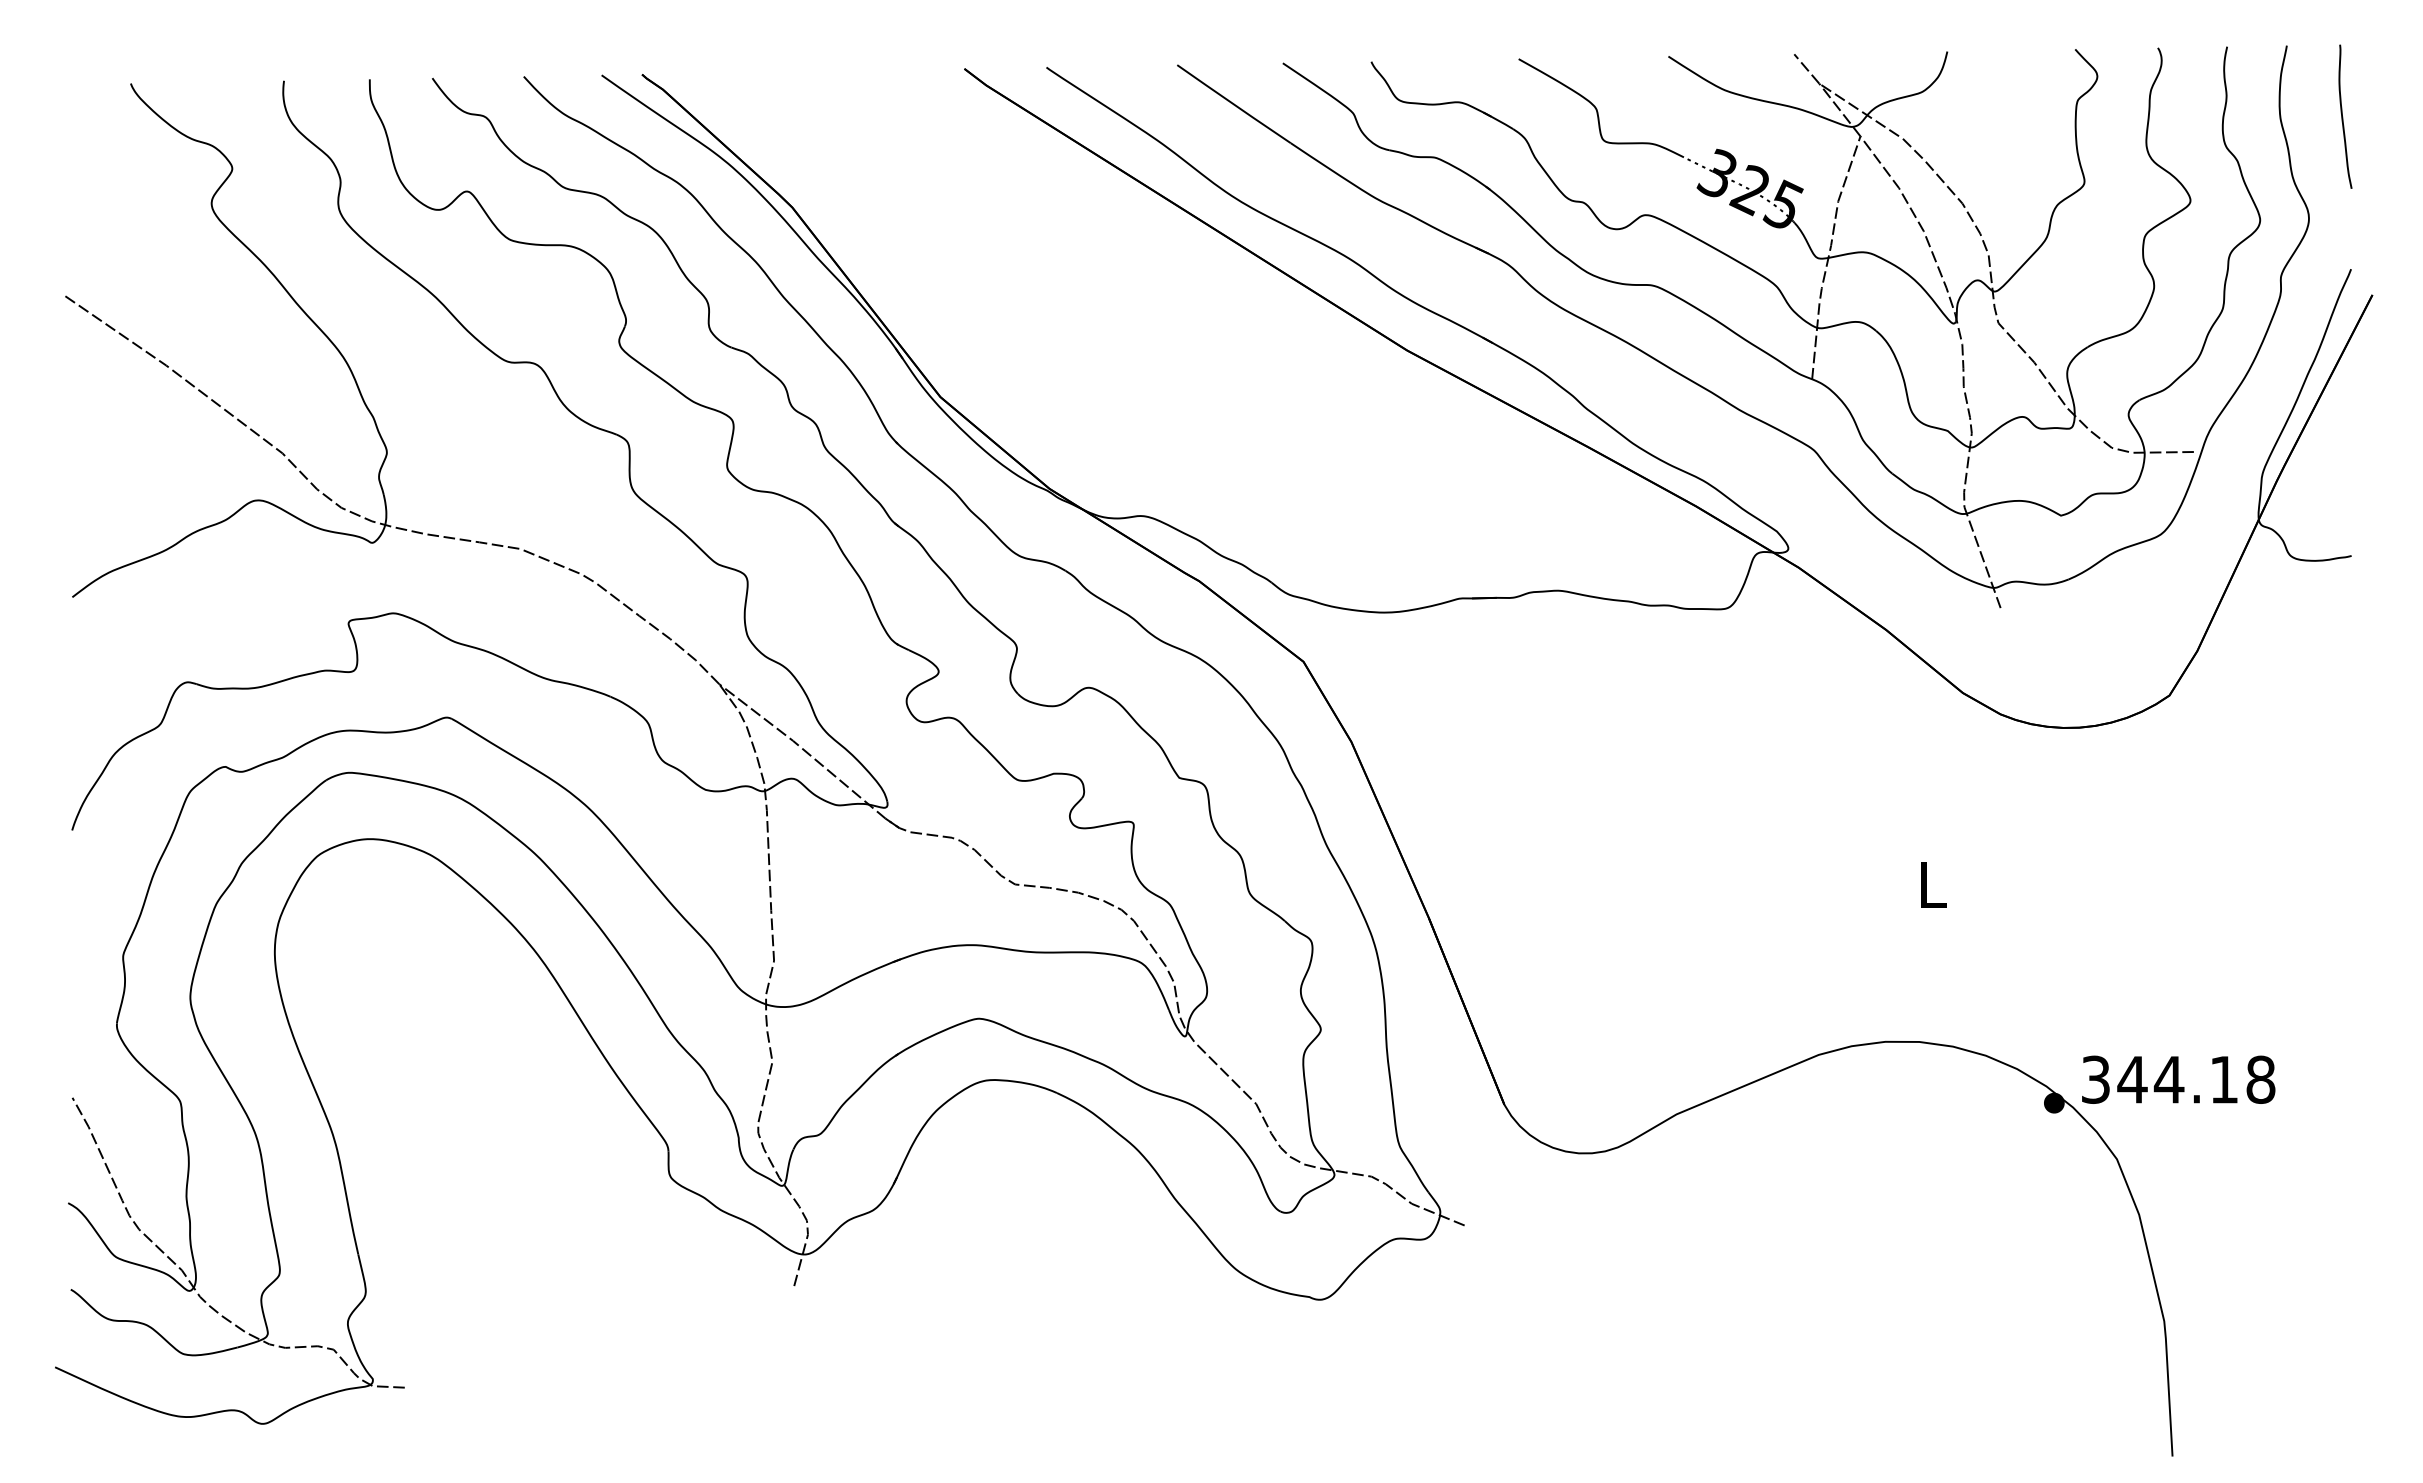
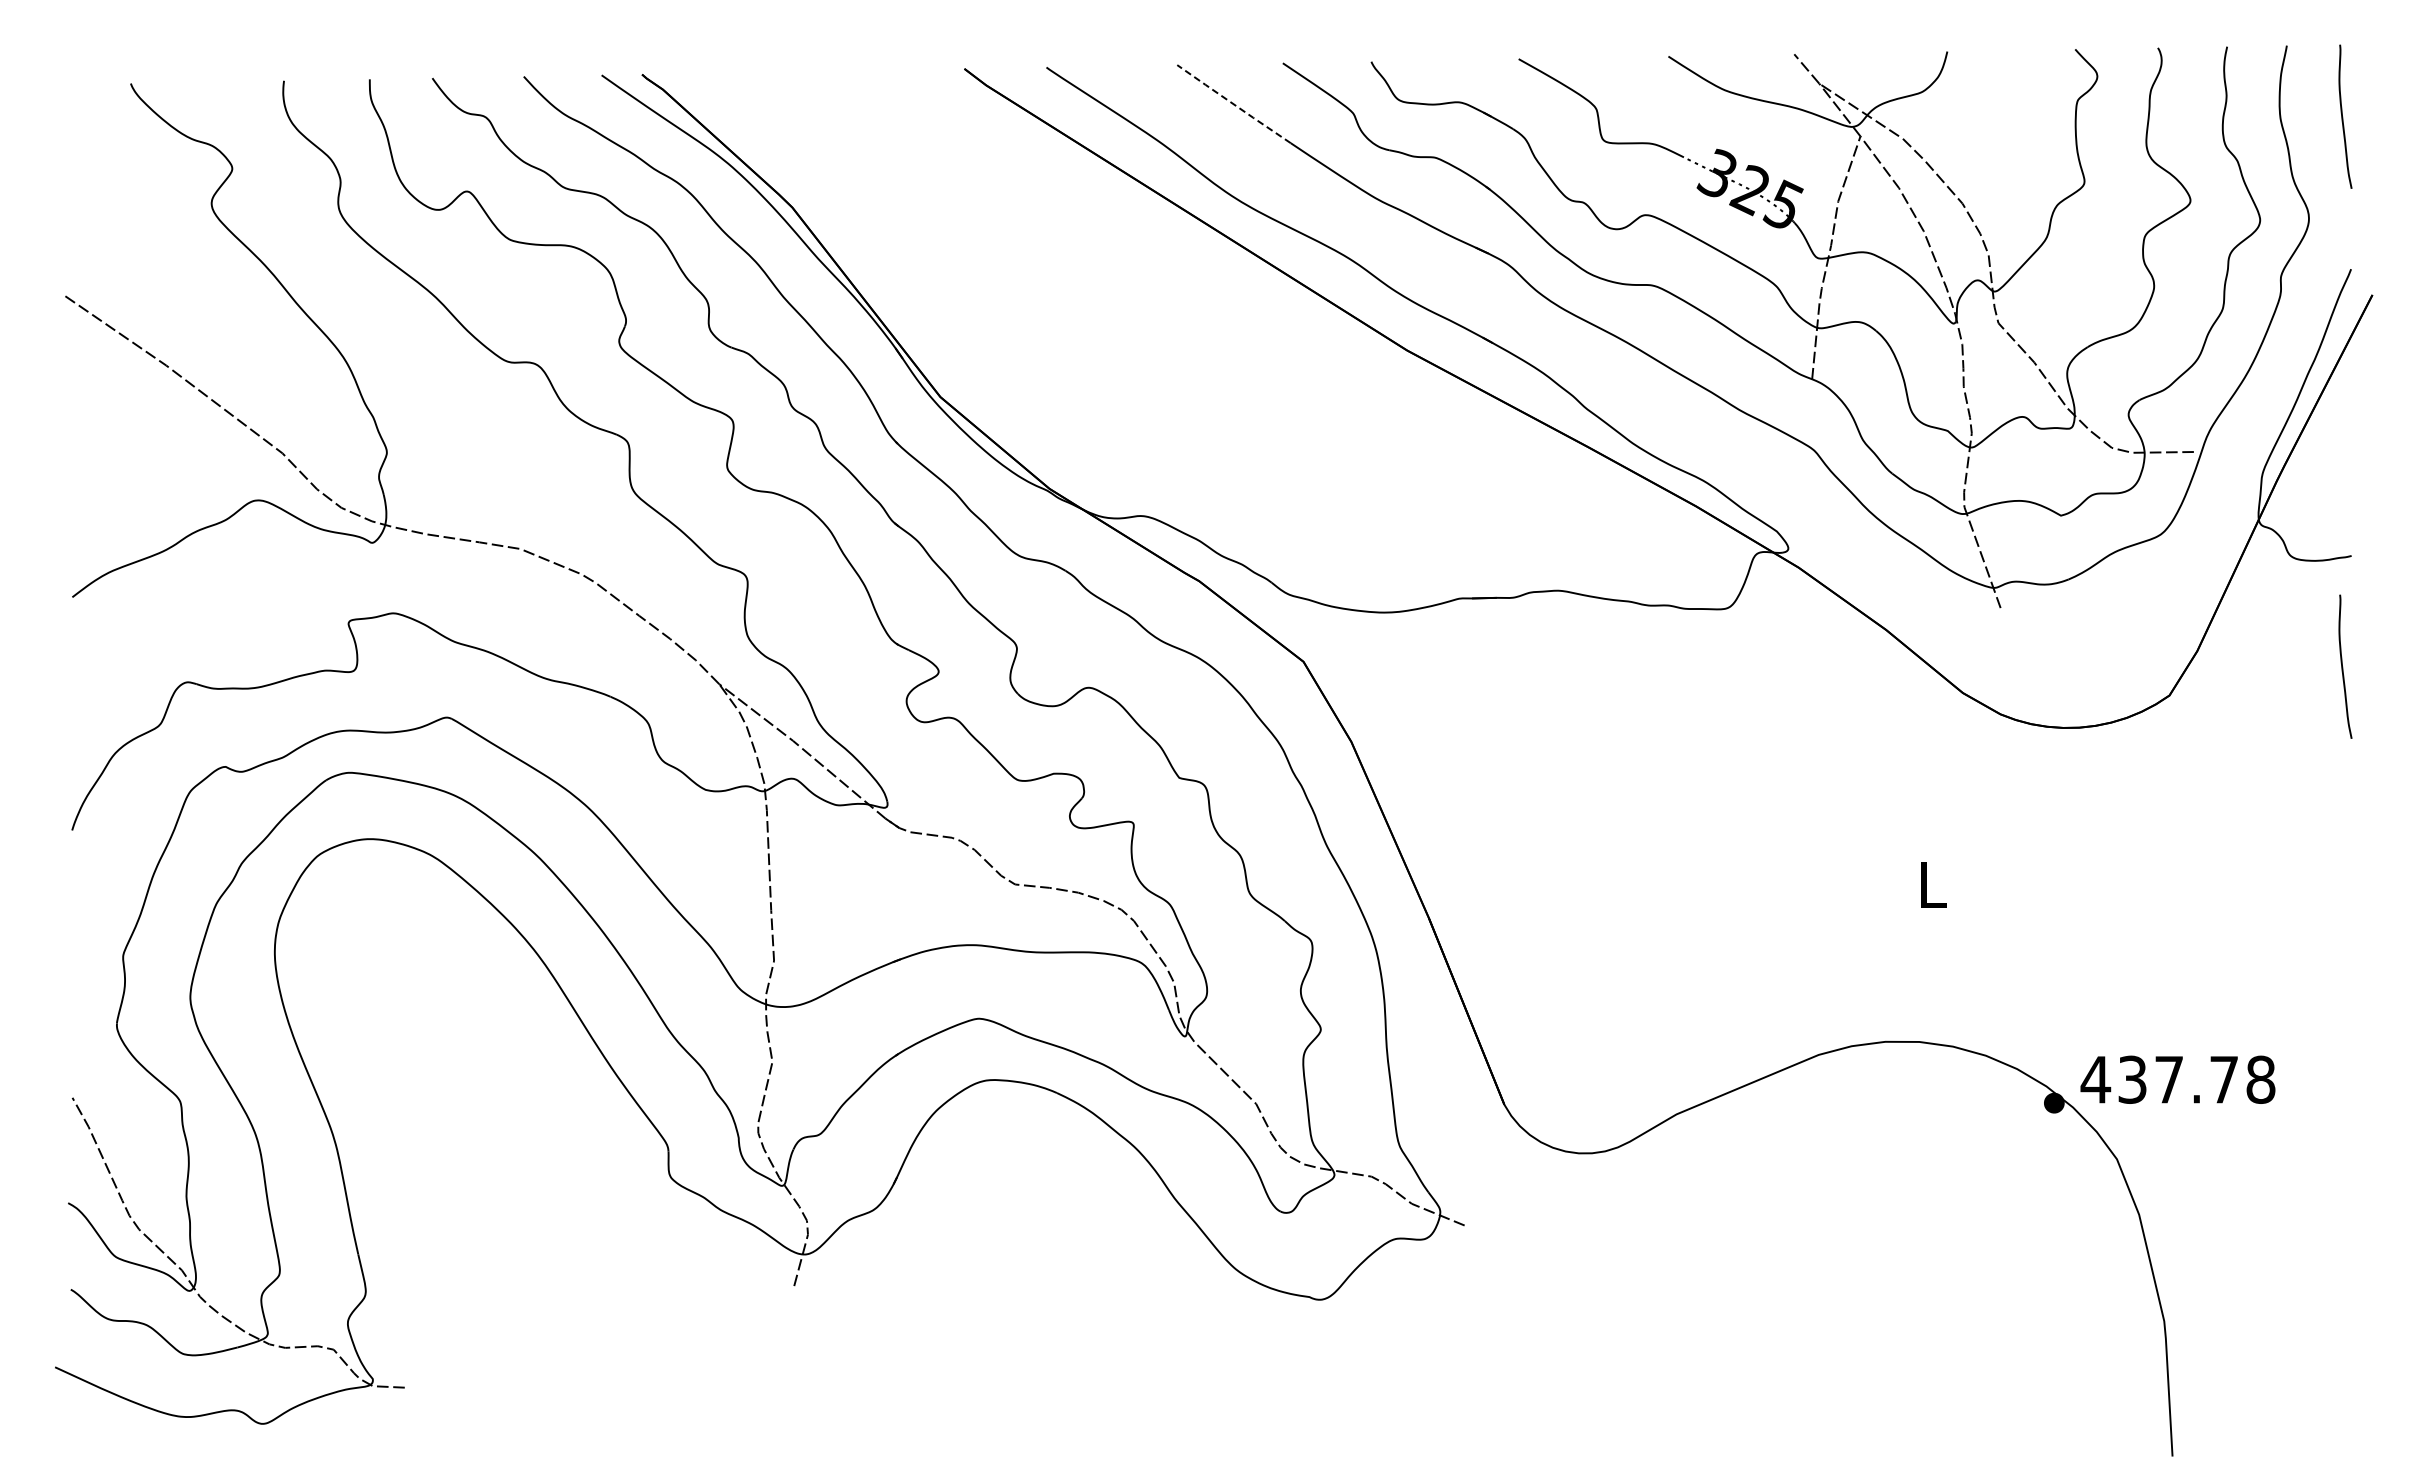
line at (1233, 104): solid -> dashed
curve at (2343, 667): none -> present
text at (2158, 1079): 344.18 -> 437.78
